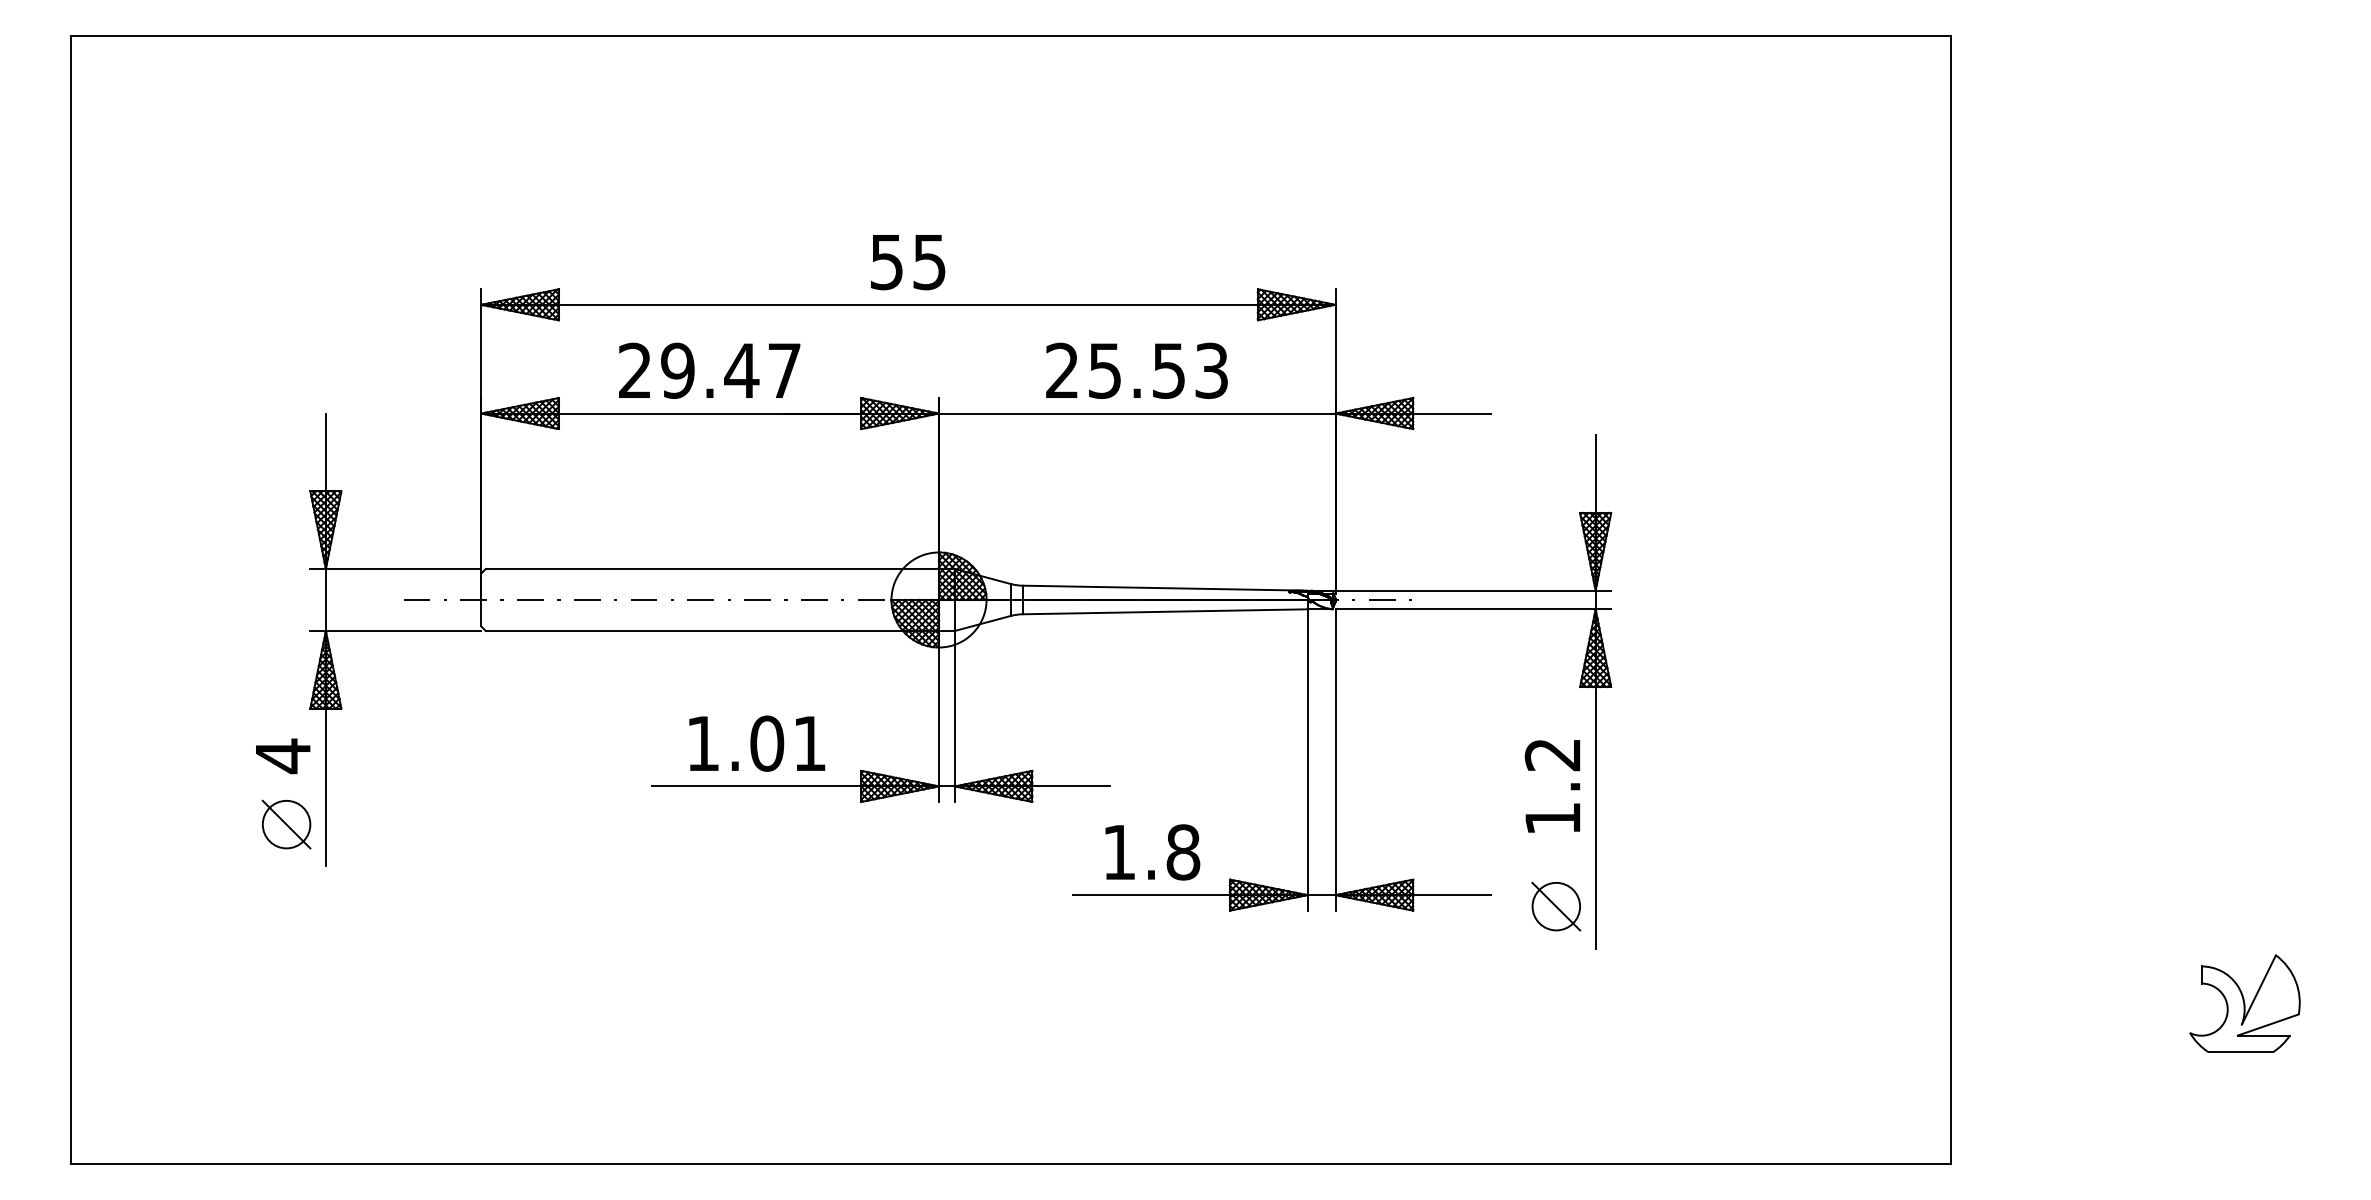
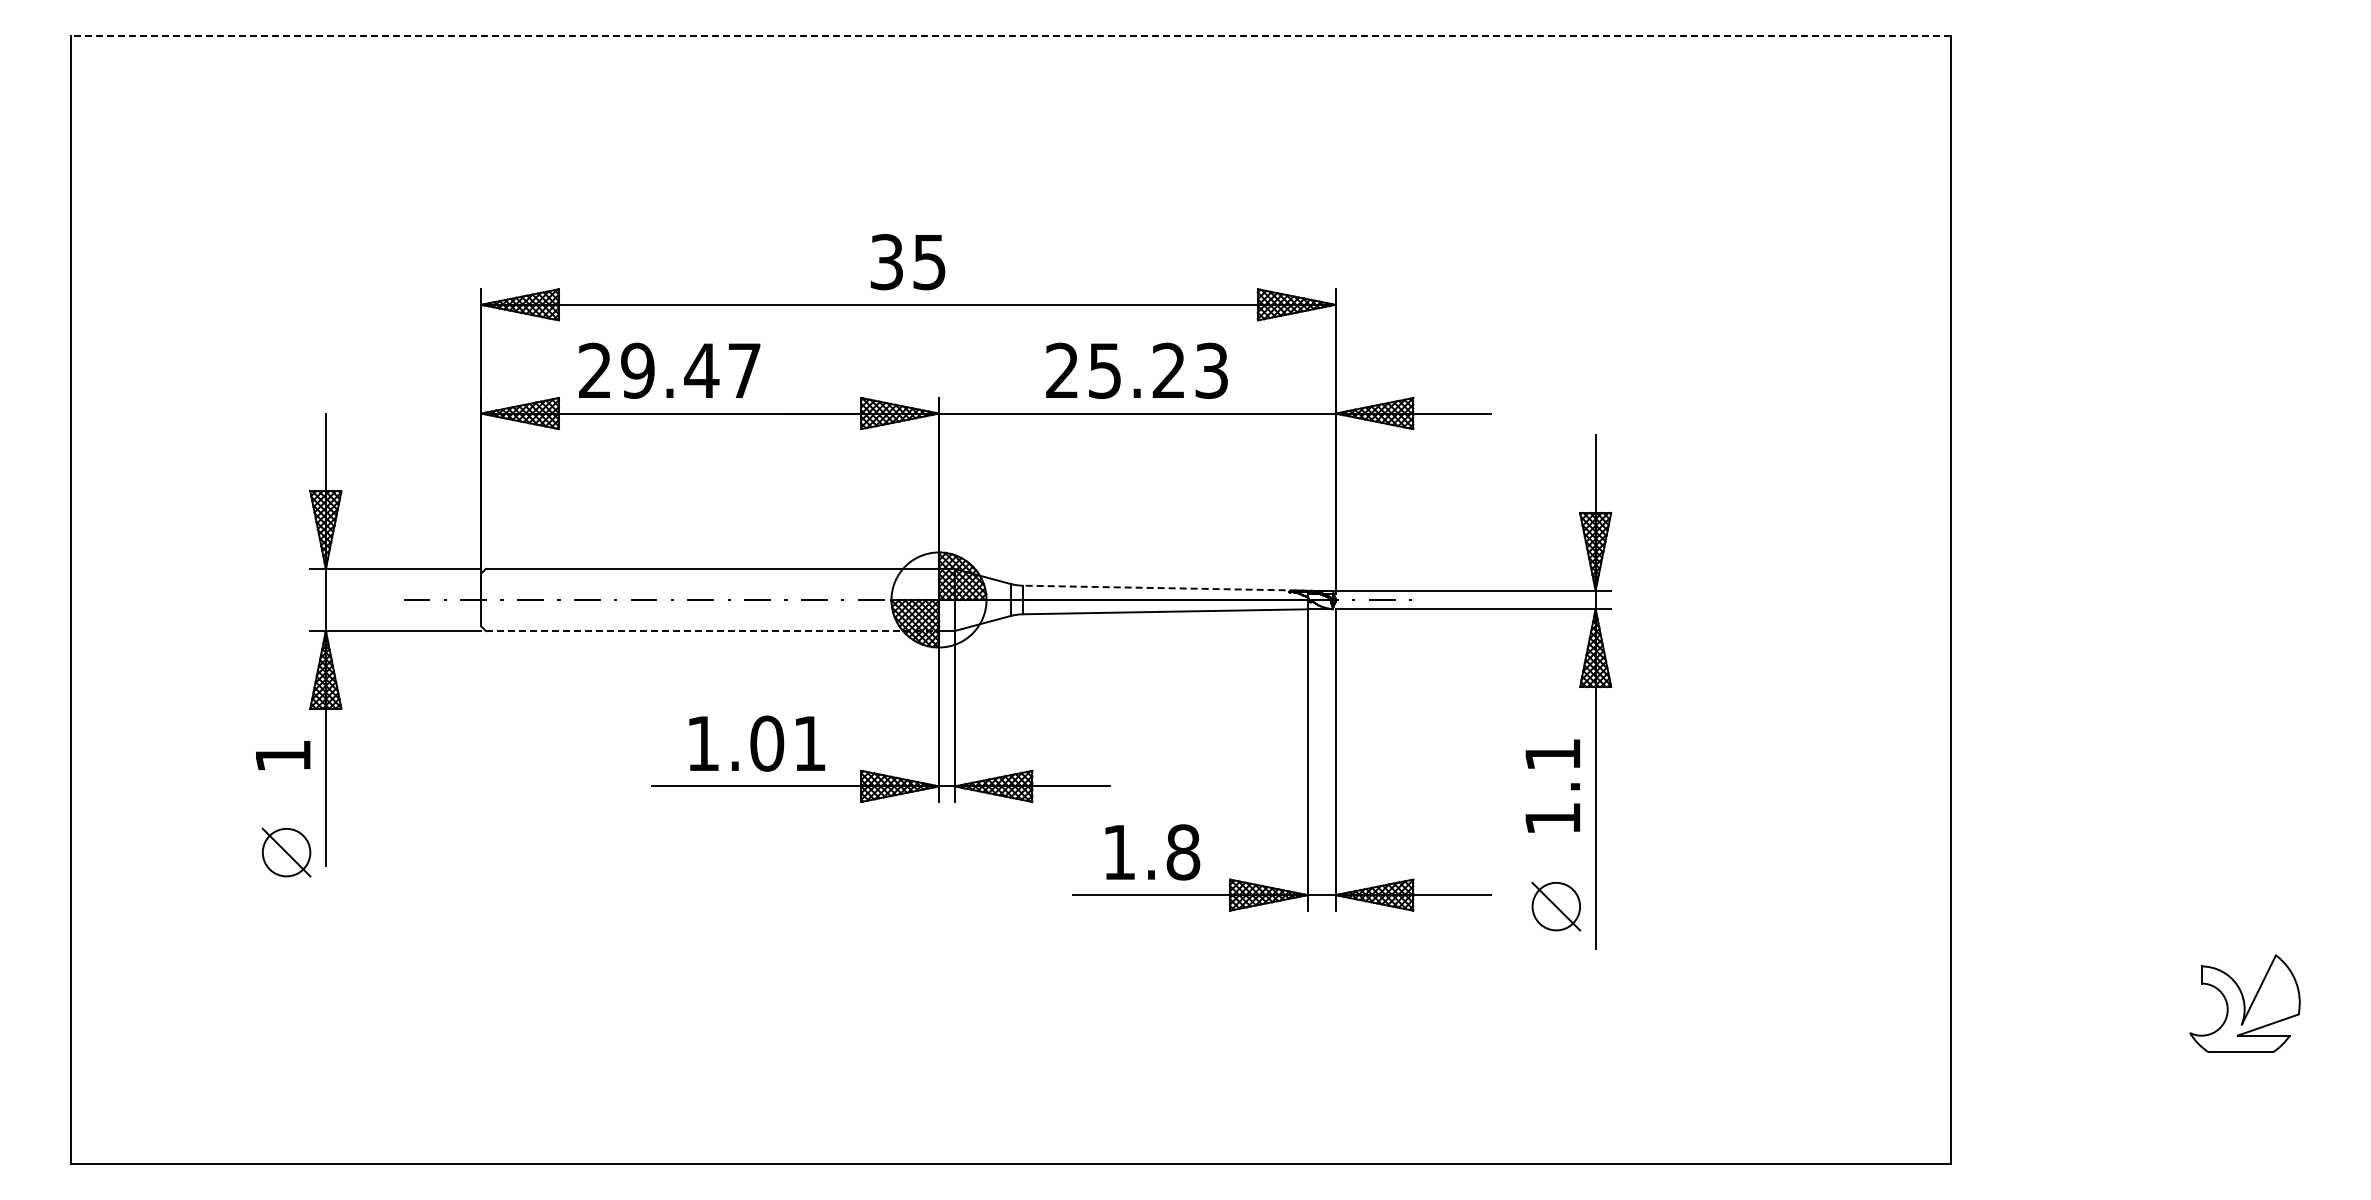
line at (1010, 36): solid -> dashed
text at (886, 261): 55 -> 35
text at (709, 370) position: (709, 370) -> (669, 370)
text at (1168, 370): 25.53 -> 25.23
line at (1165, 588): solid -> dashed
line at (712, 631): solid -> dashed
text at (1552, 755): 1.2 -> 1.1
text at (283, 756): 4 -> 1
part at (286, 824) position: (286, 824) -> (286, 852)
